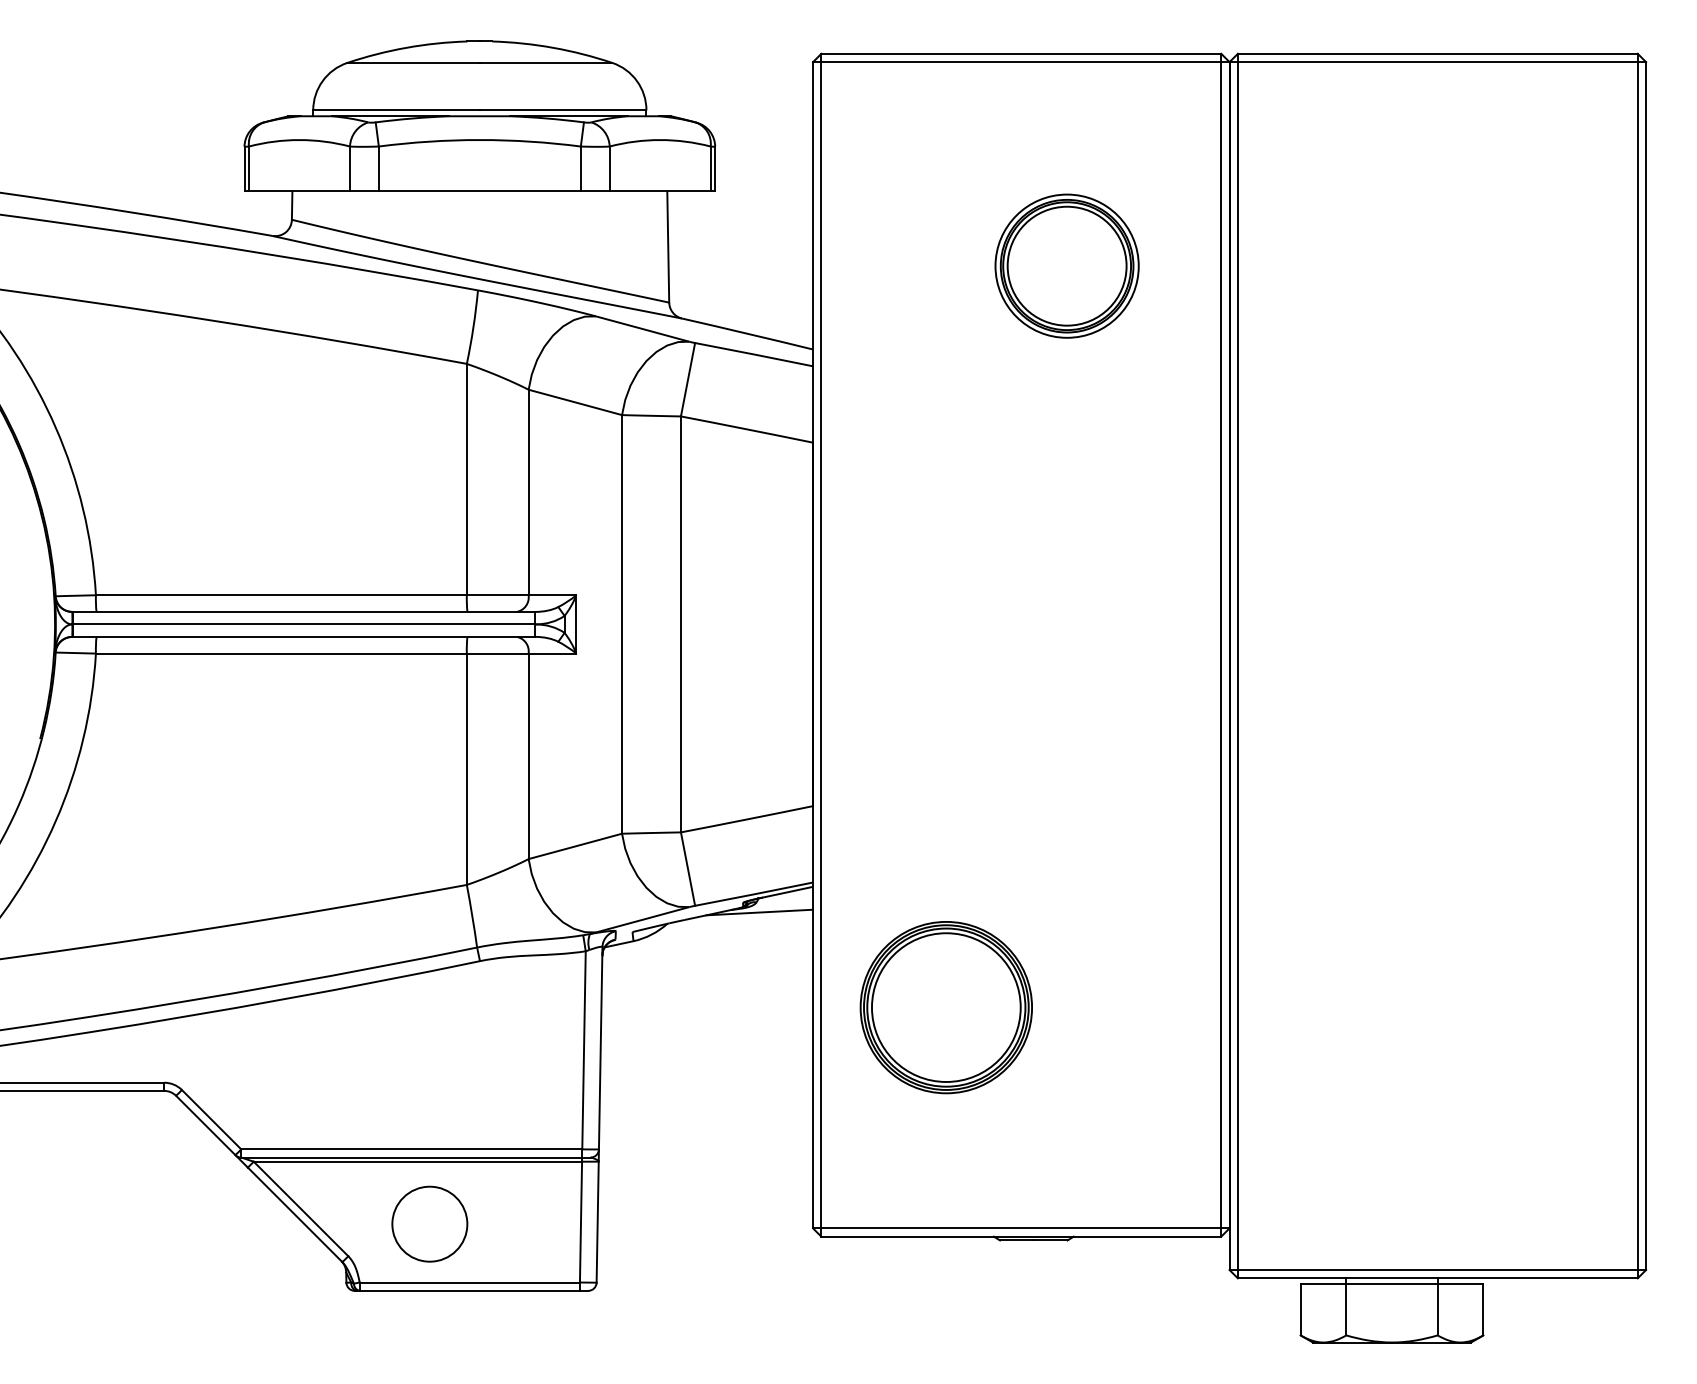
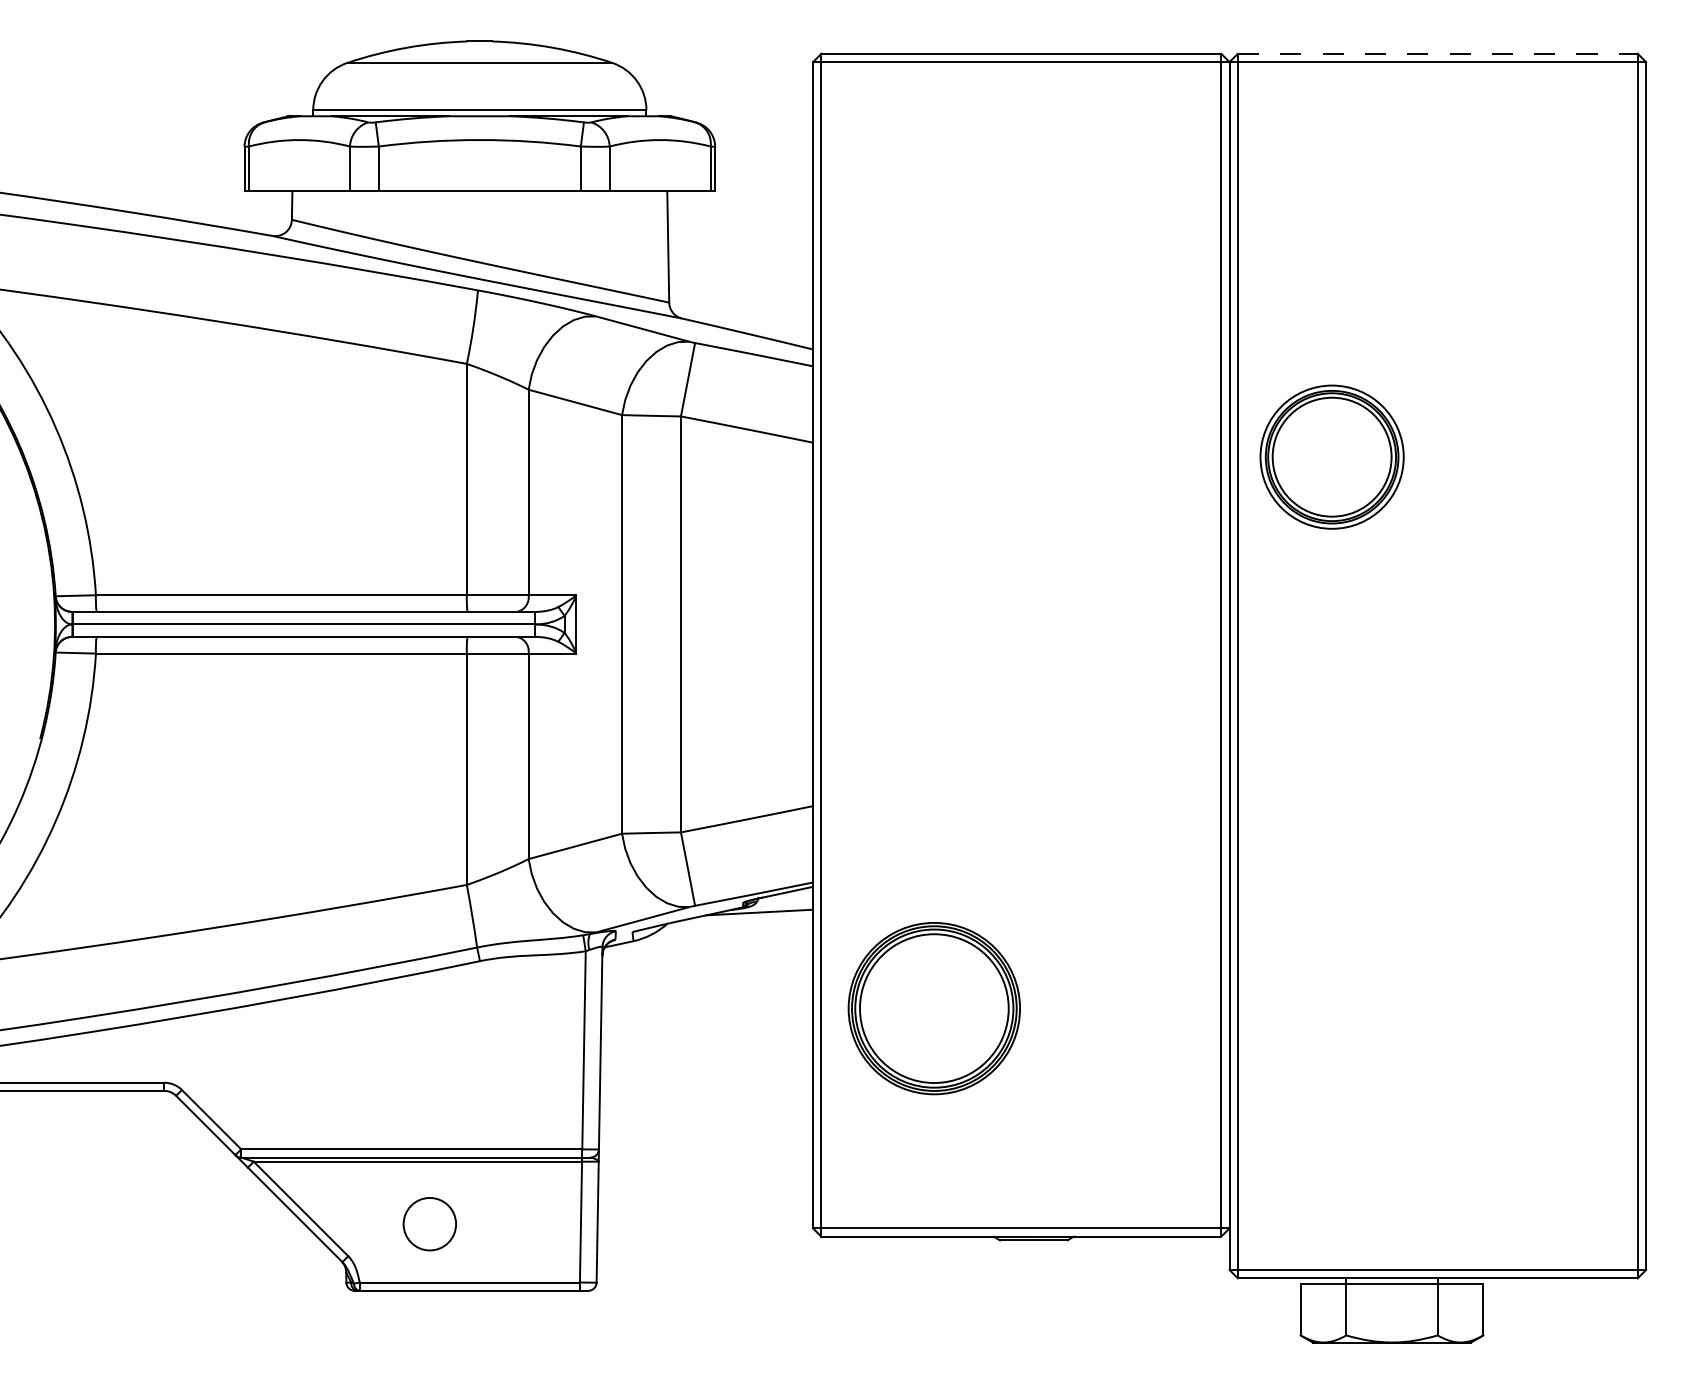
line at (1437, 53): solid -> dashed
part at (1066, 265) position: (1066, 265) -> (1331, 456)
part at (945, 1007) position: (945, 1007) -> (933, 1008)
circle at (429, 1223) diameter: 75 px -> 52 px
